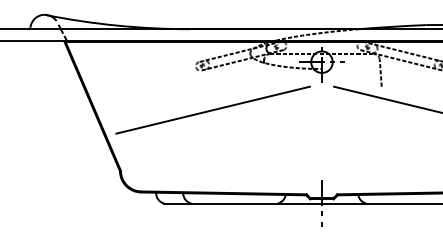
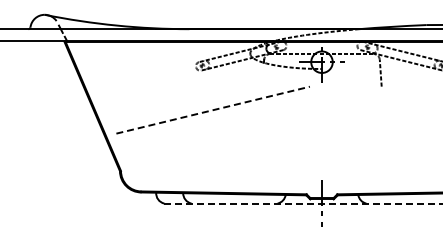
line at (386, 99): present -> none
line at (213, 110): solid -> dashed
line at (304, 203): solid -> dashed
